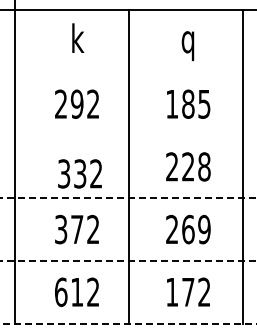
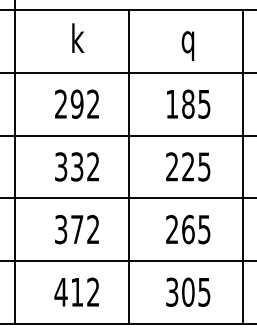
line at (127, 72): none -> present
line at (127, 135): none -> present
text at (204, 166): 228 -> 225
text at (79, 173) position: (79, 173) -> (76, 166)
line at (128, 198): dashed -> solid
text at (204, 228): 269 -> 265
line at (128, 260): dashed -> solid
text at (60, 291): 612 -> 412
text at (188, 291): 172 -> 305
line at (128, 323): dashed -> solid
